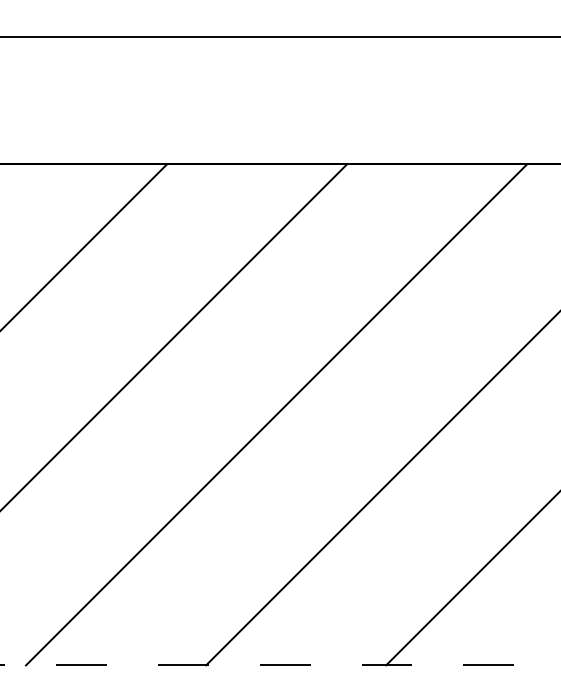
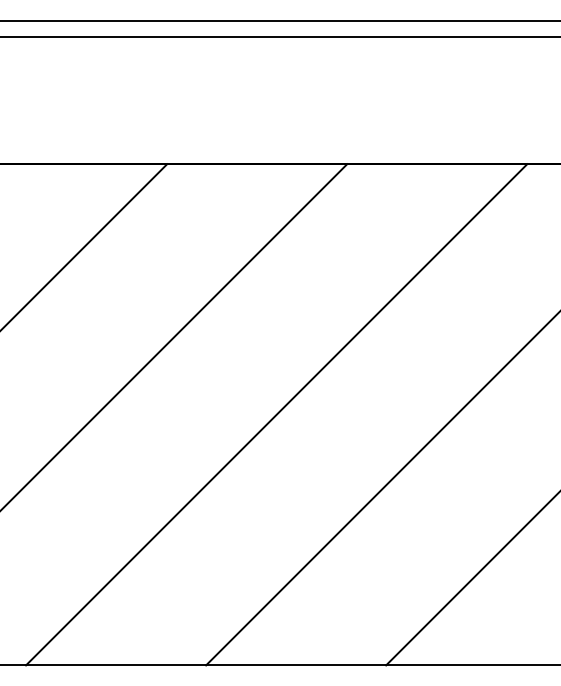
line at (279, 20): none -> present
line at (280, 665): dashed -> solid
